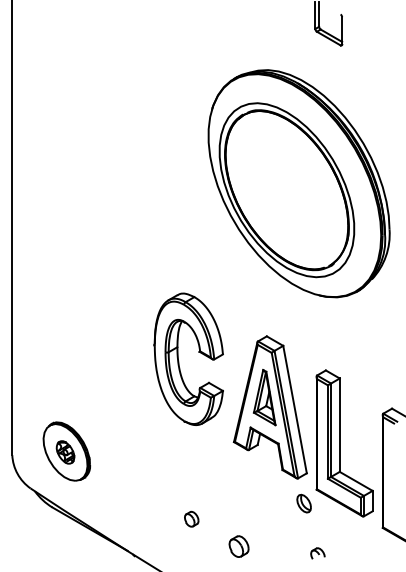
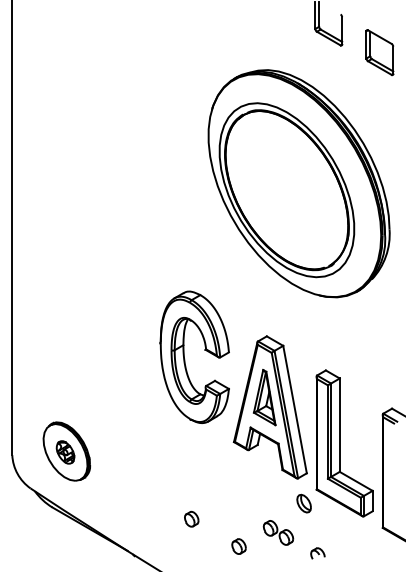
part at (379, 52): none -> present
part at (179, 361) position: (179, 361) -> (185, 359)
part at (278, 532): none -> present
part at (238, 546) size: 22x23 px -> 16x17 px
